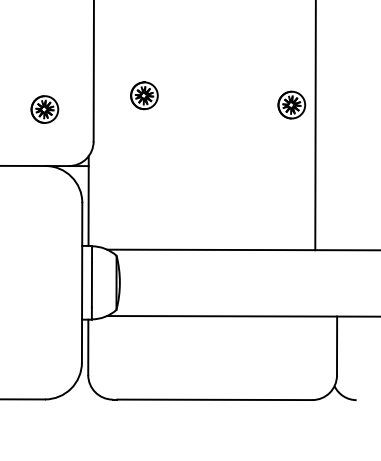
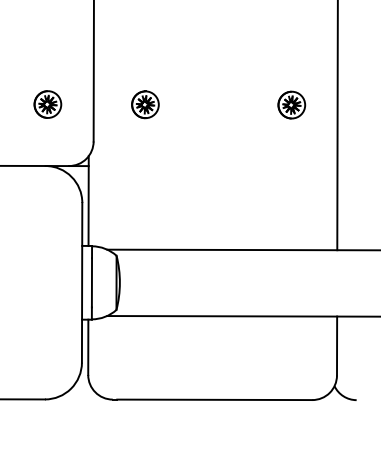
part at (144, 95) position: (144, 95) -> (145, 104)
part at (44, 109) position: (44, 109) -> (47, 104)
line at (315, 126) position: (315, 126) -> (337, 126)
